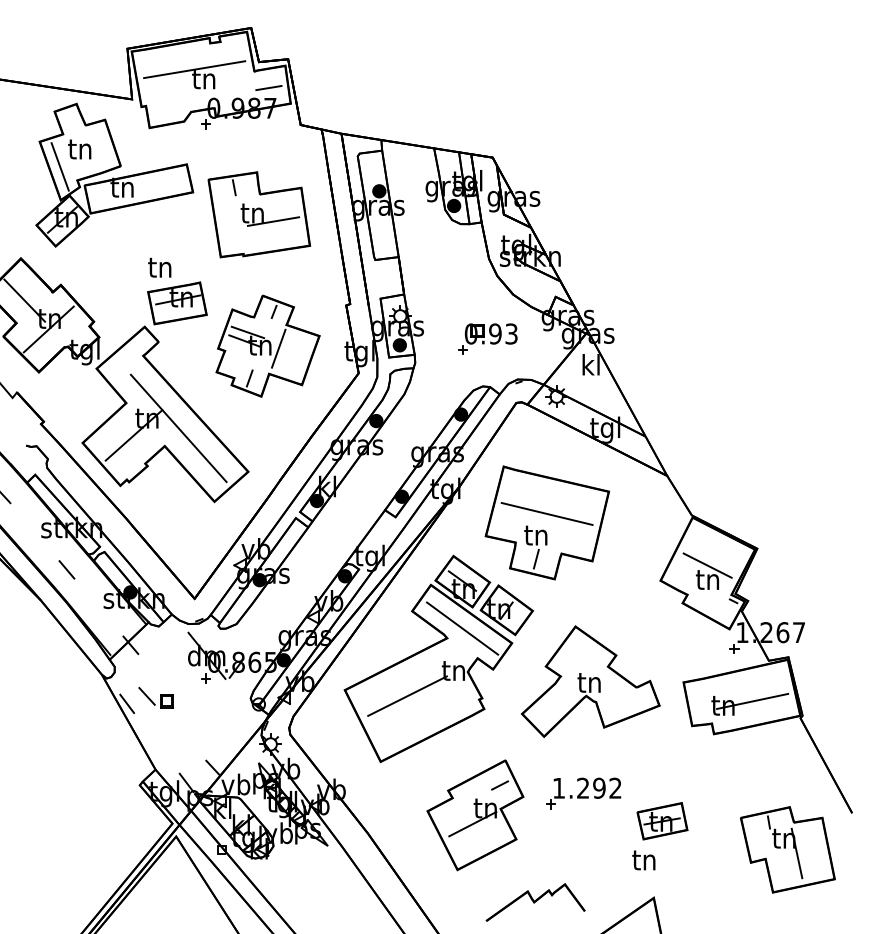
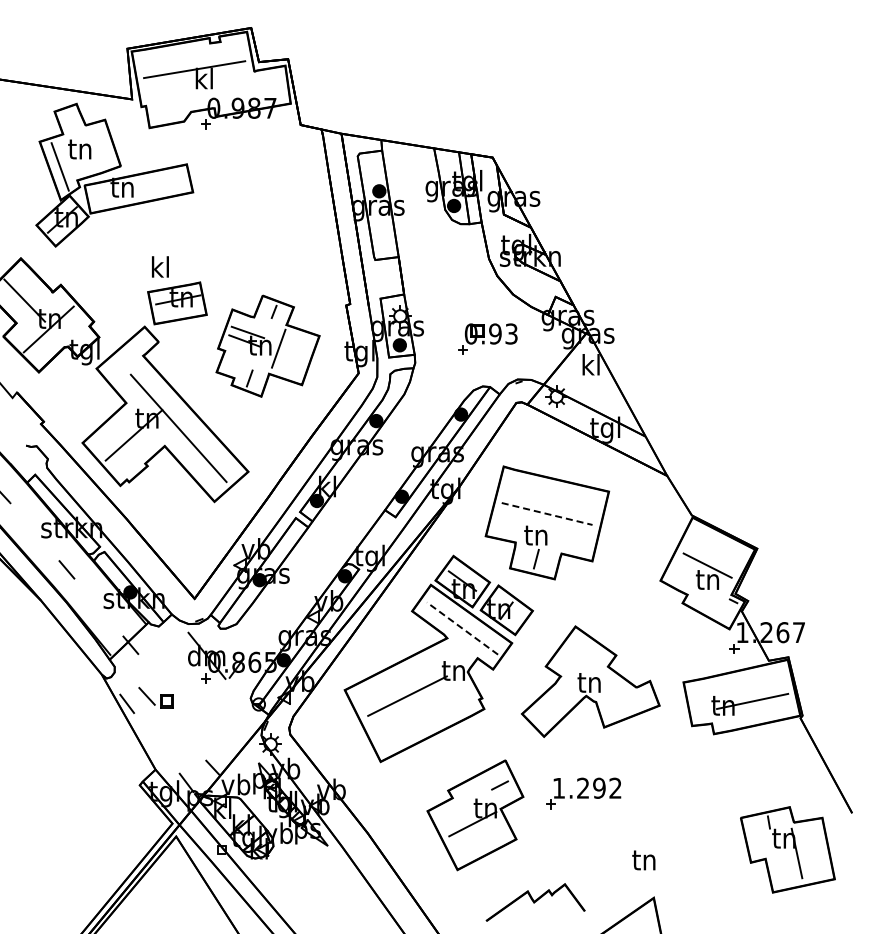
text at (203, 78): tn -> kl
line at (268, 88): present -> none
part at (259, 214): present -> none
text at (159, 266): tn -> kl
line at (547, 513): solid -> dashed
line at (462, 628): solid -> dashed
part at (662, 821): present -> none
